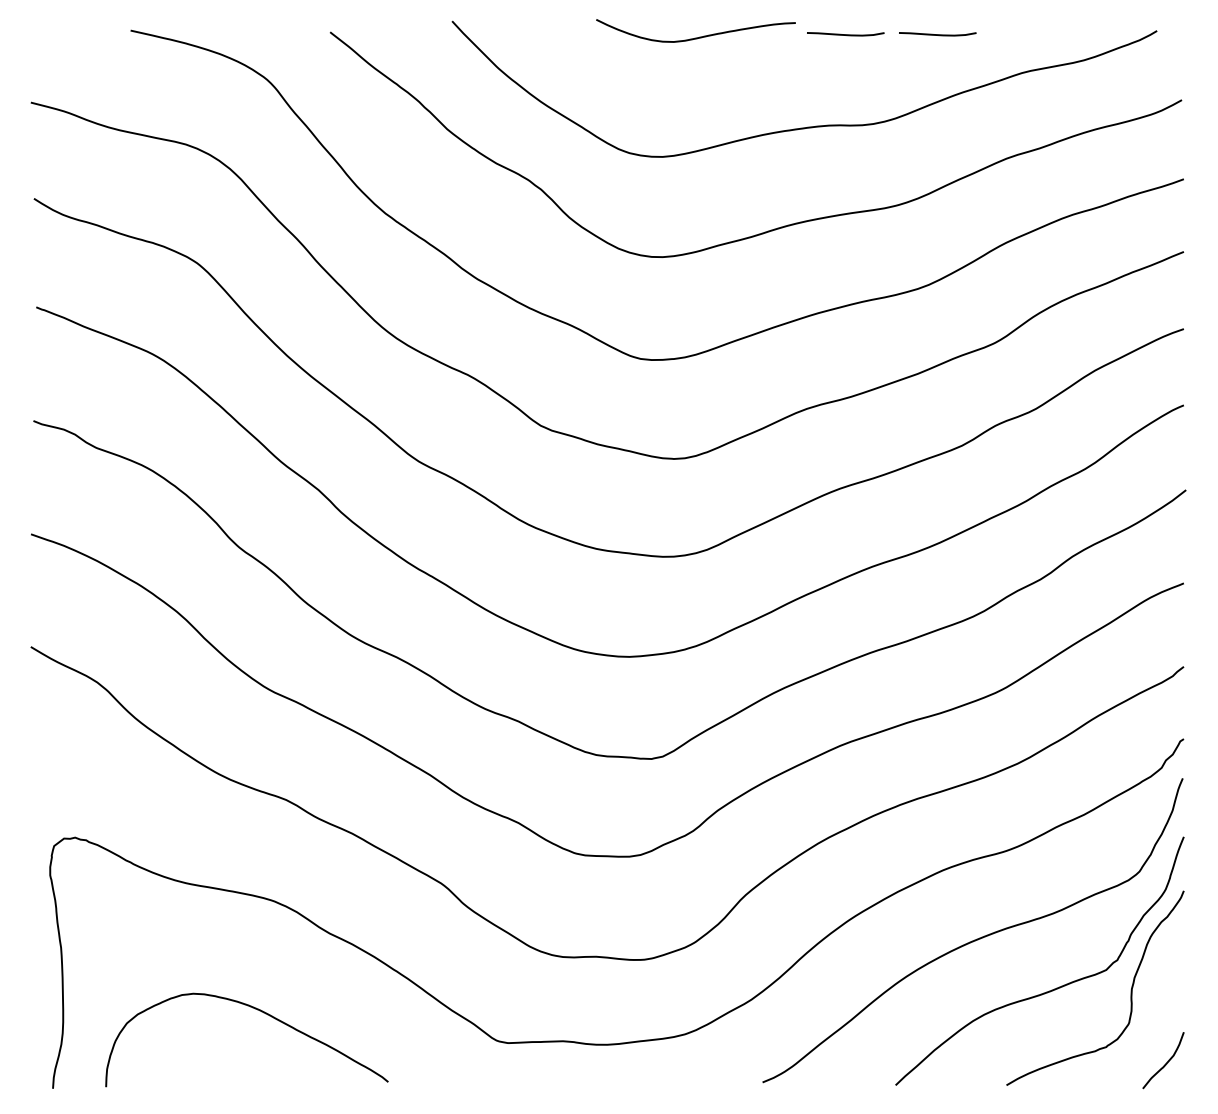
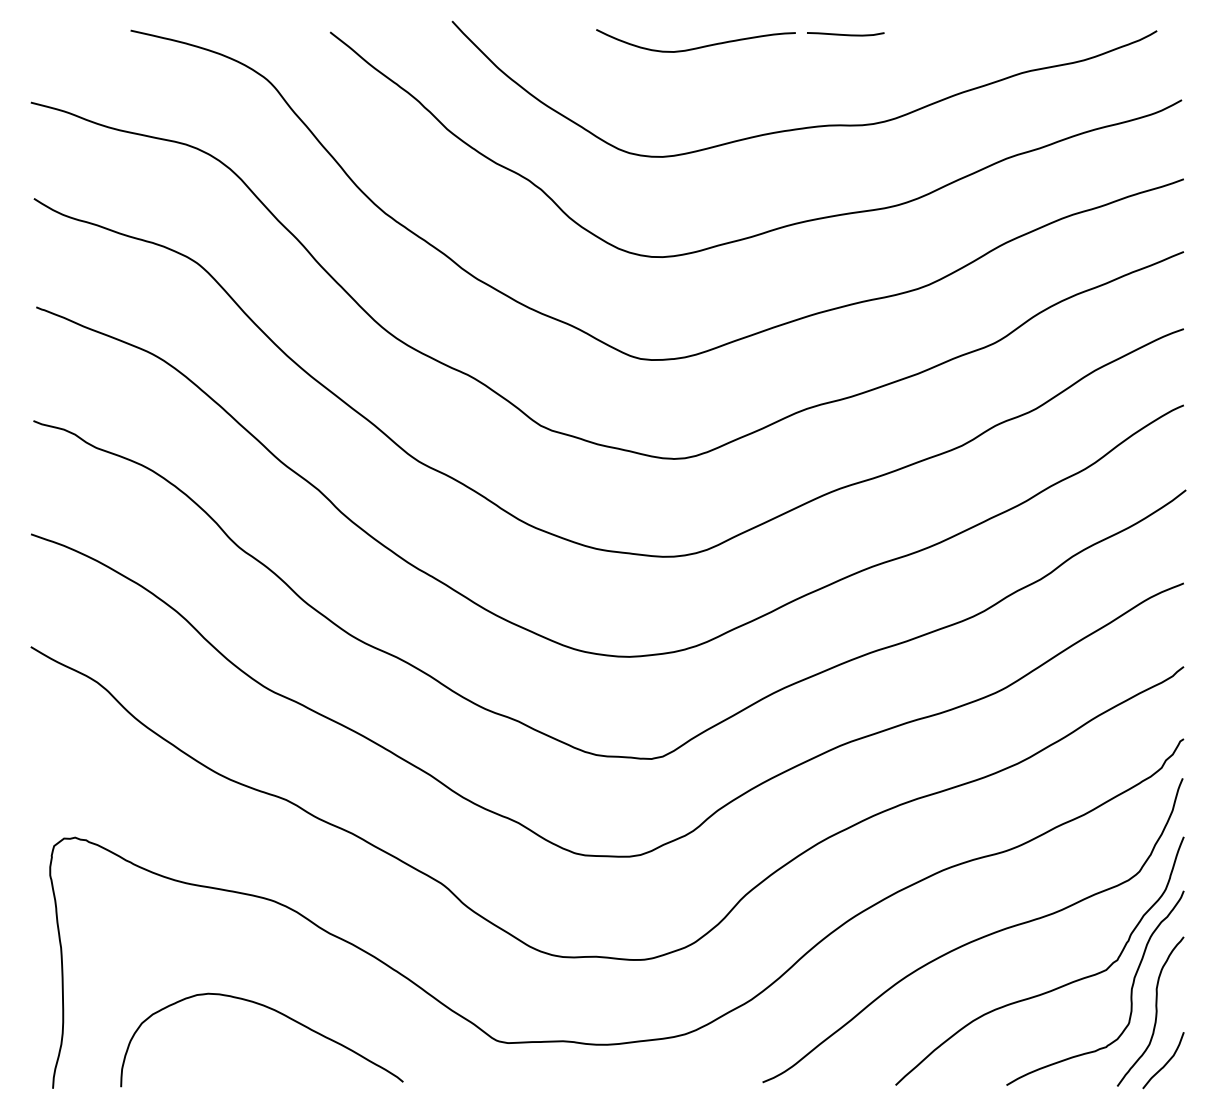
curve at (937, 34): present -> none
curve at (695, 37) position: (695, 37) -> (695, 47)
curve at (259, 1011) position: (259, 1011) -> (274, 1011)
curve at (1155, 1011): none -> present
